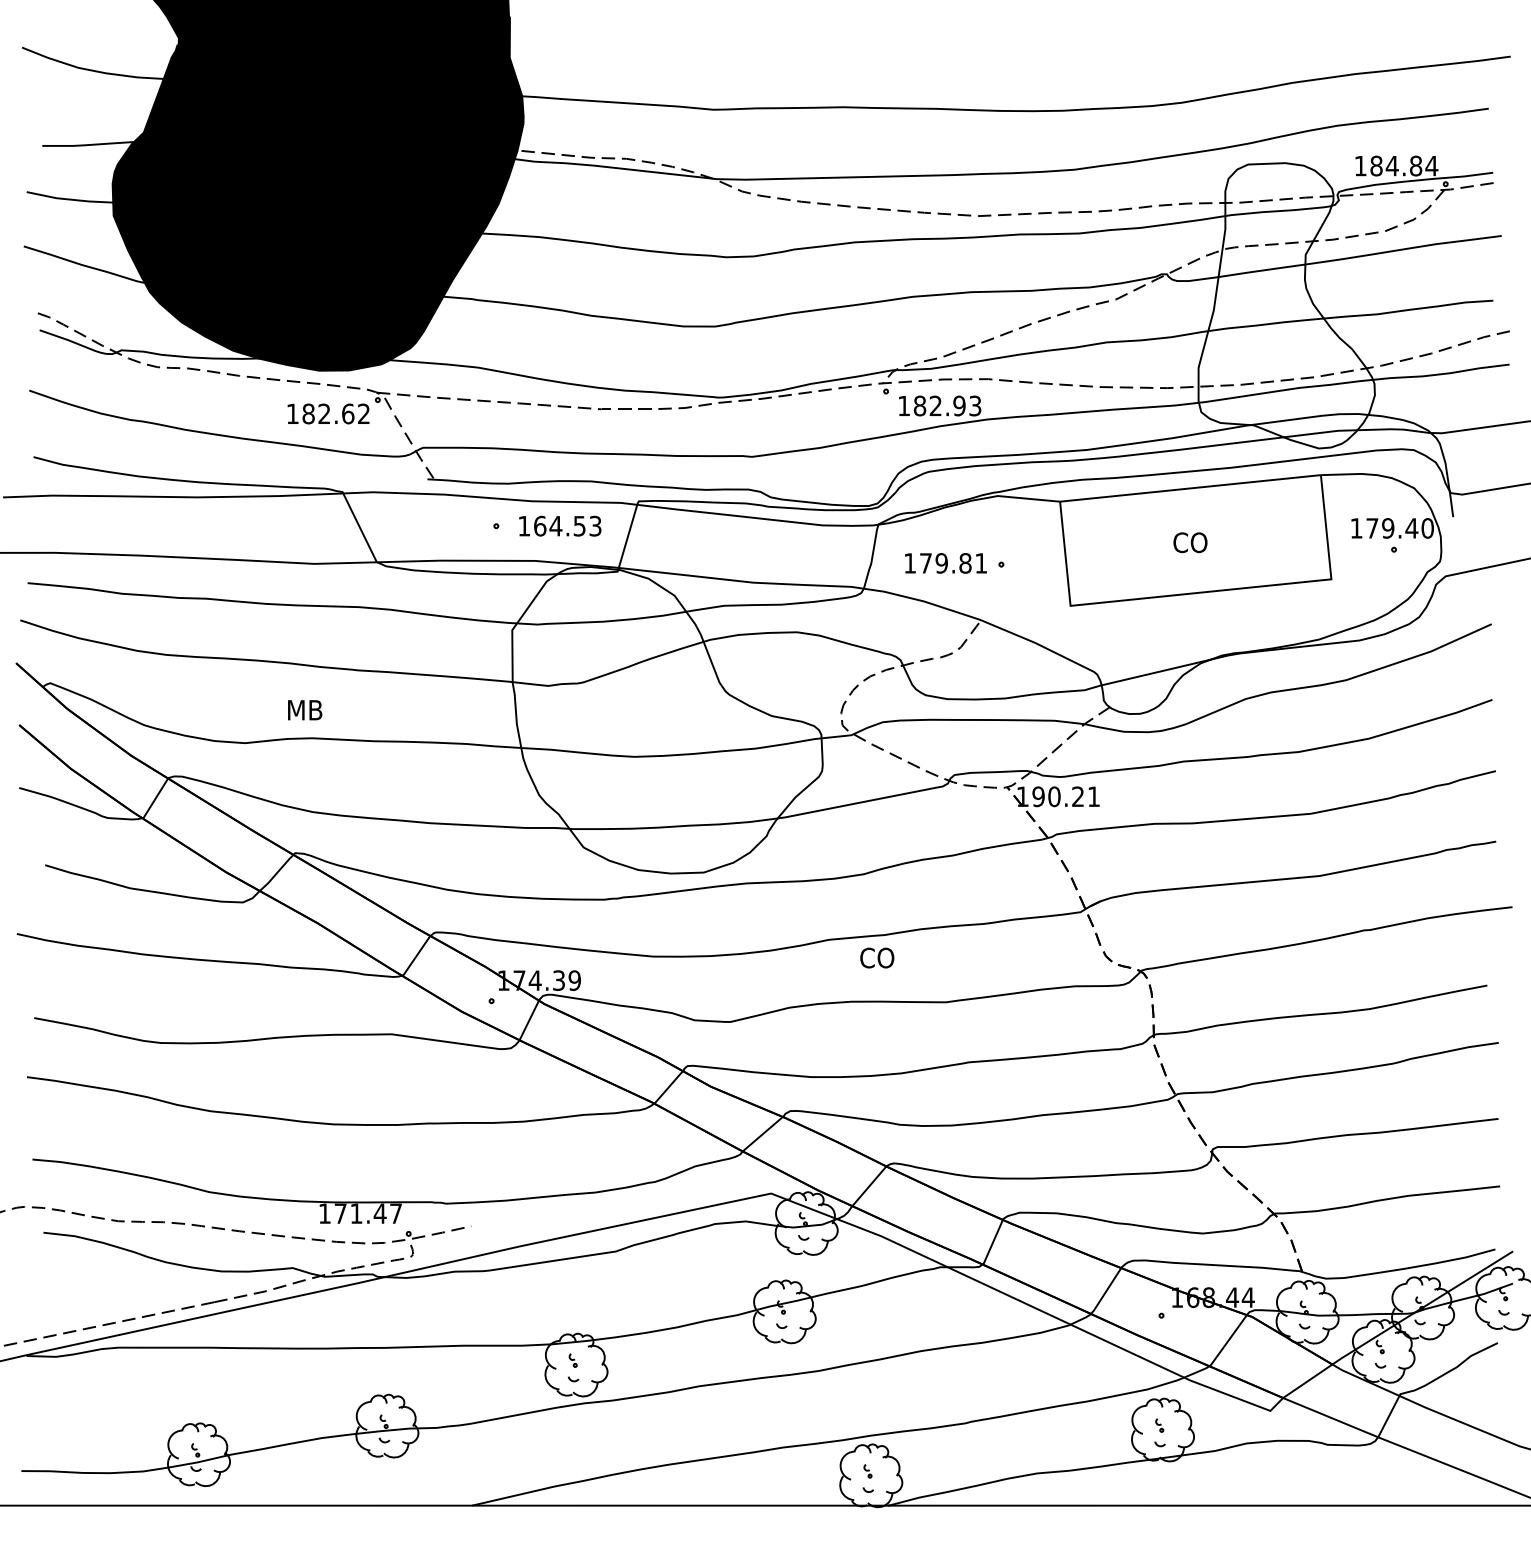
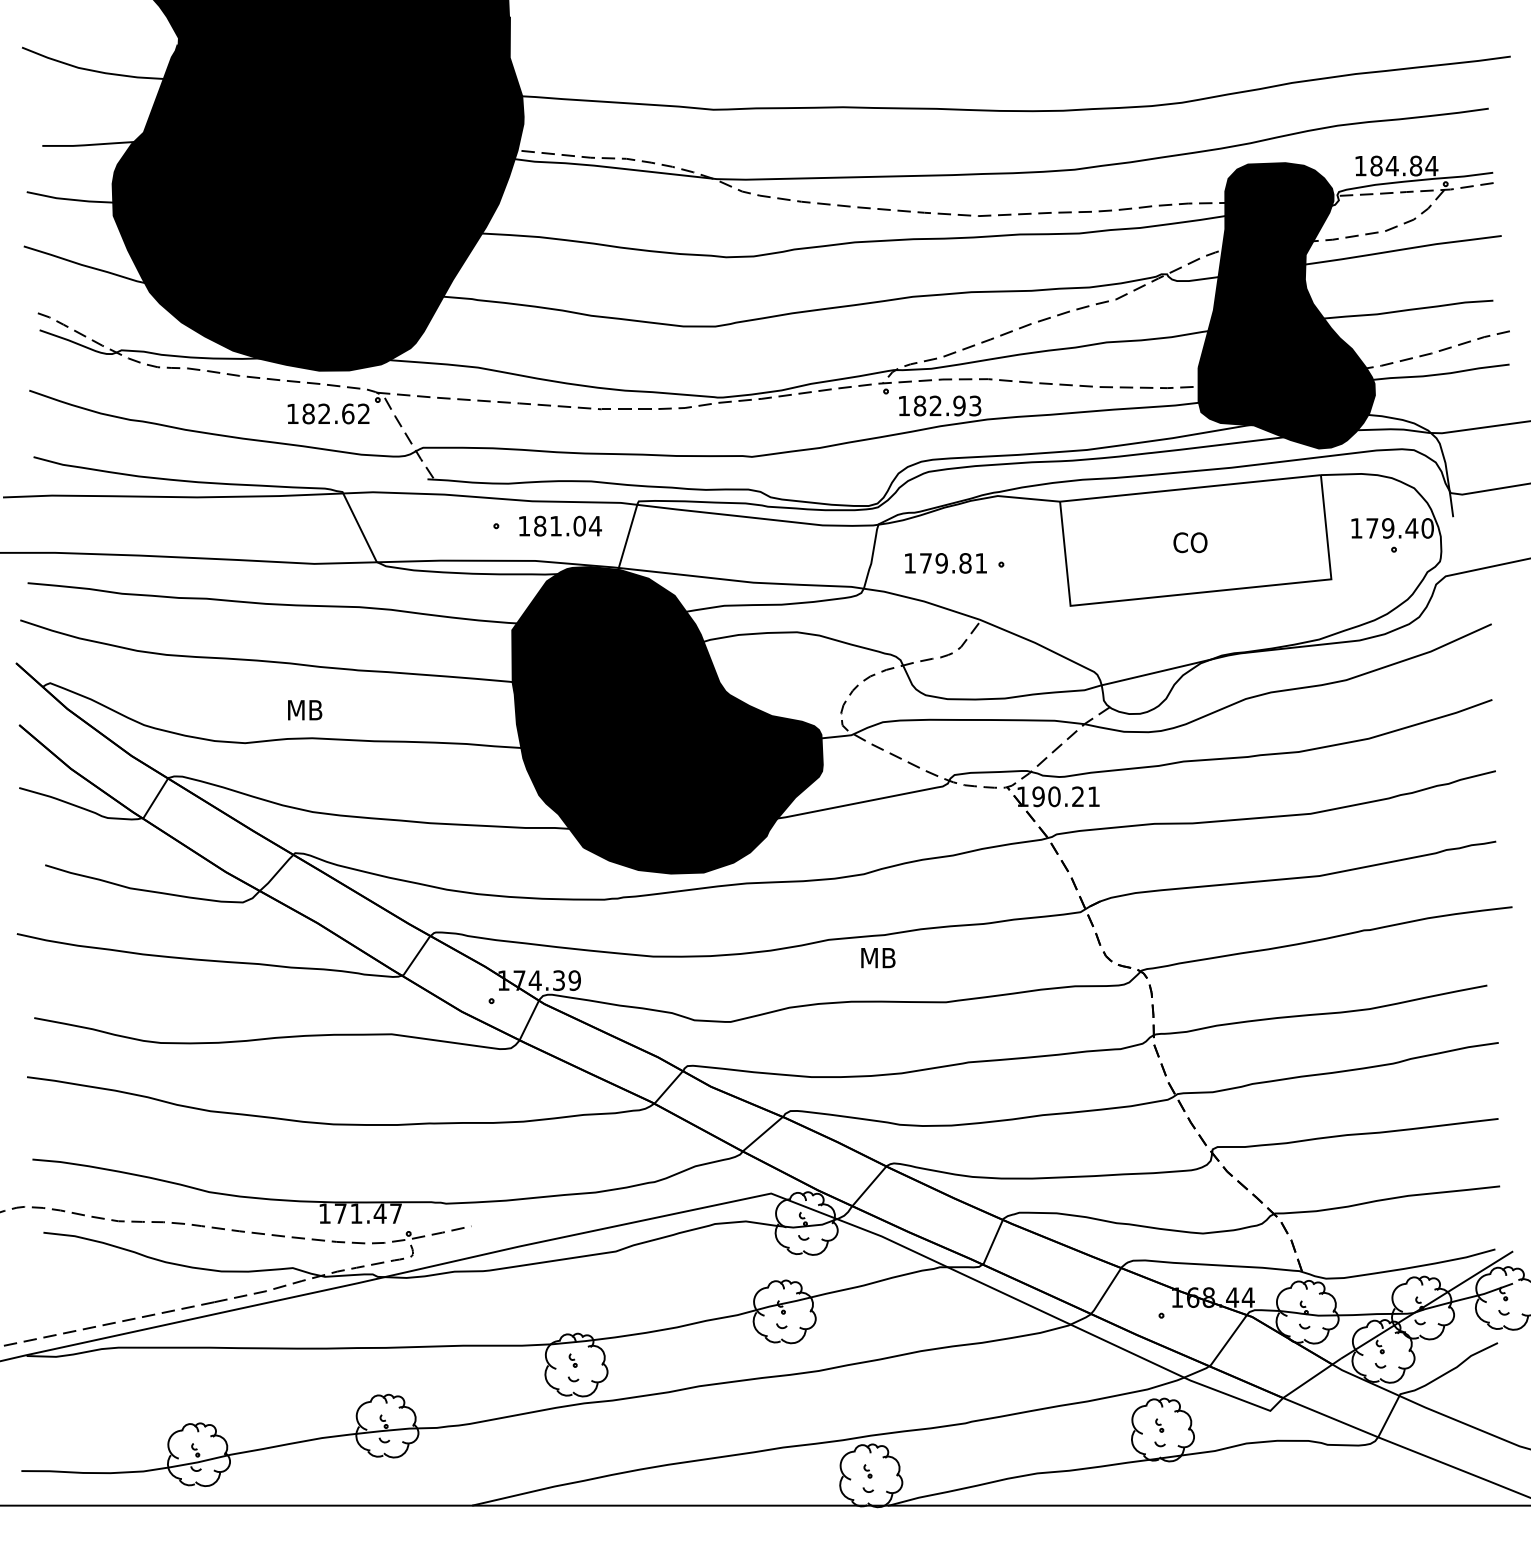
fill at (1286, 305): none -> present
text at (567, 525): 164.53 -> 181.04
fill at (667, 720): none -> present
text at (877, 957): CO -> MB
